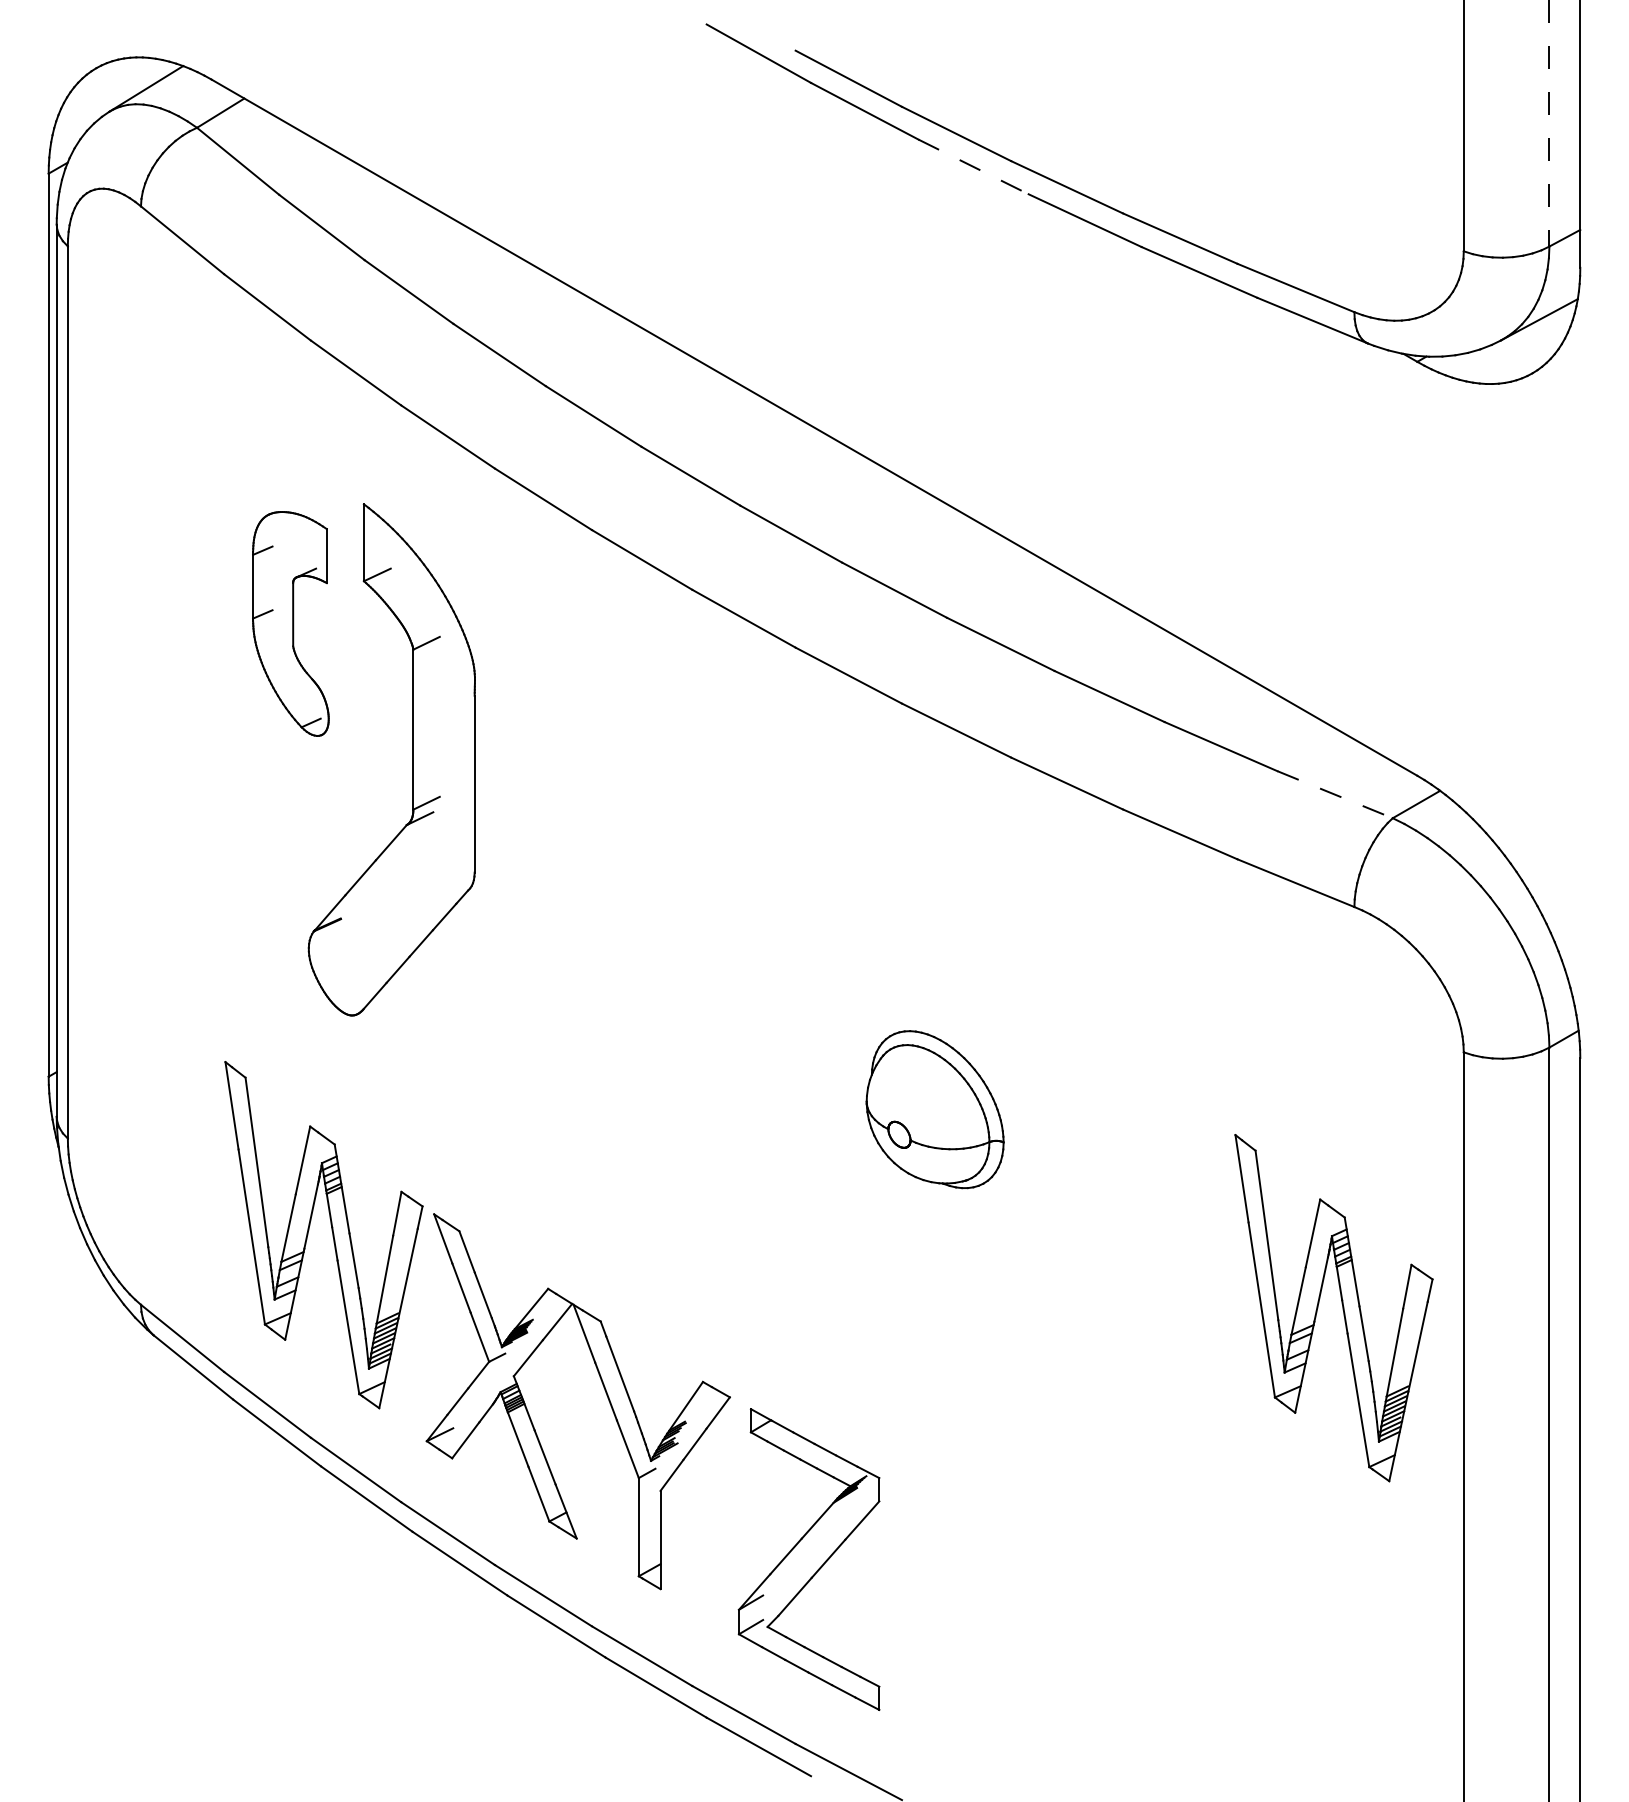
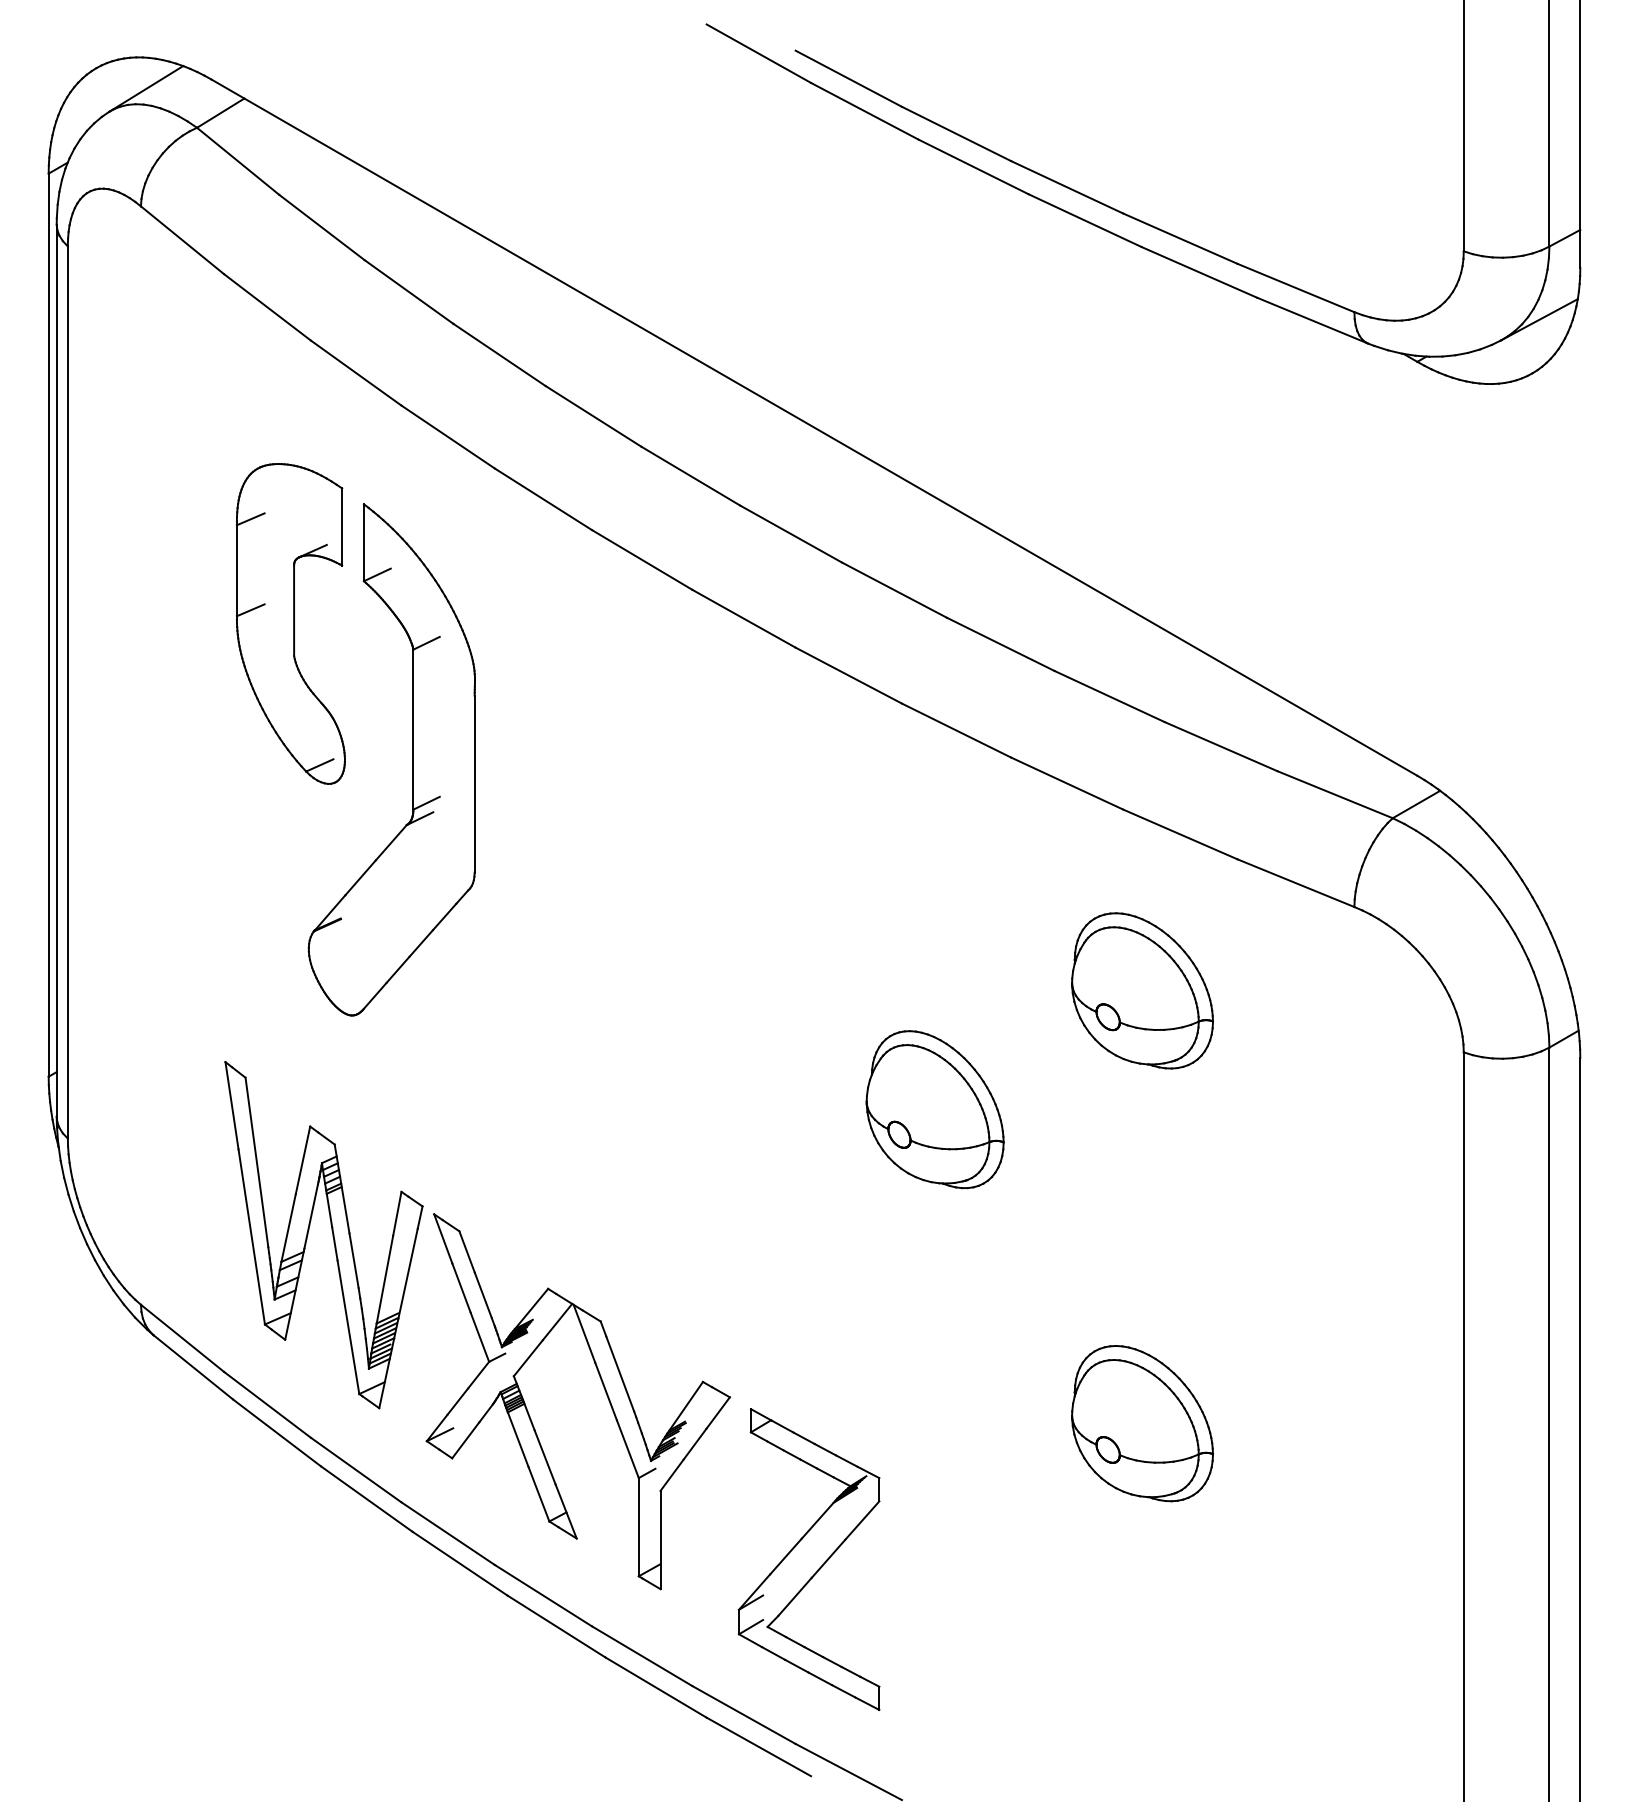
line at (1549, 123): dashed -> solid
line at (973, 166): dashed -> solid
part at (290, 623) size: 78x226 px -> 110x322 px
line at (1335, 794): dashed -> solid
part at (1142, 990): none -> present
part at (1342, 1308): present -> none
part at (1142, 1423): none -> present
